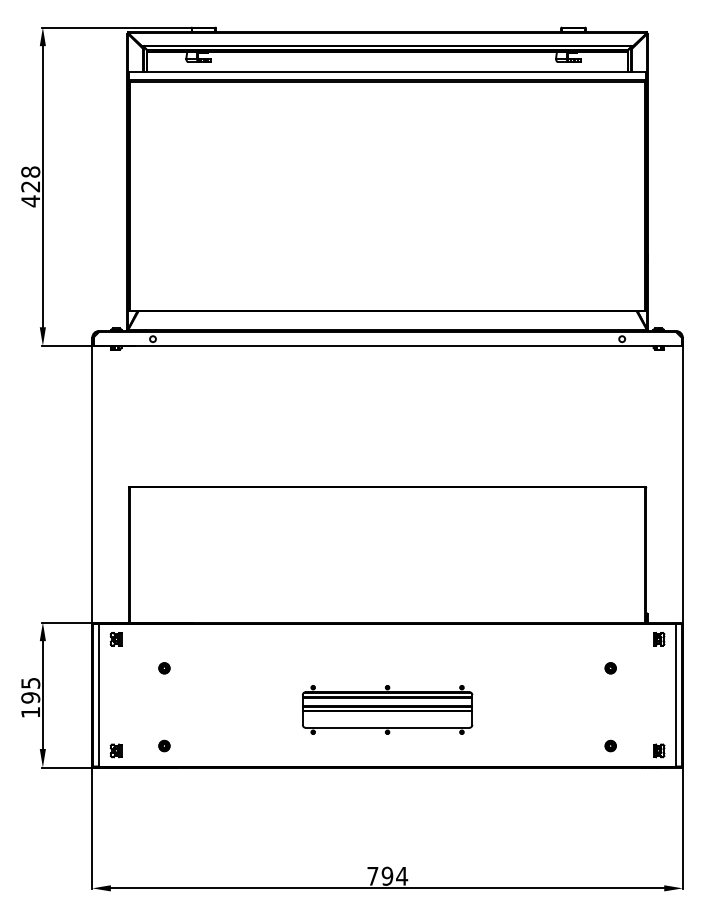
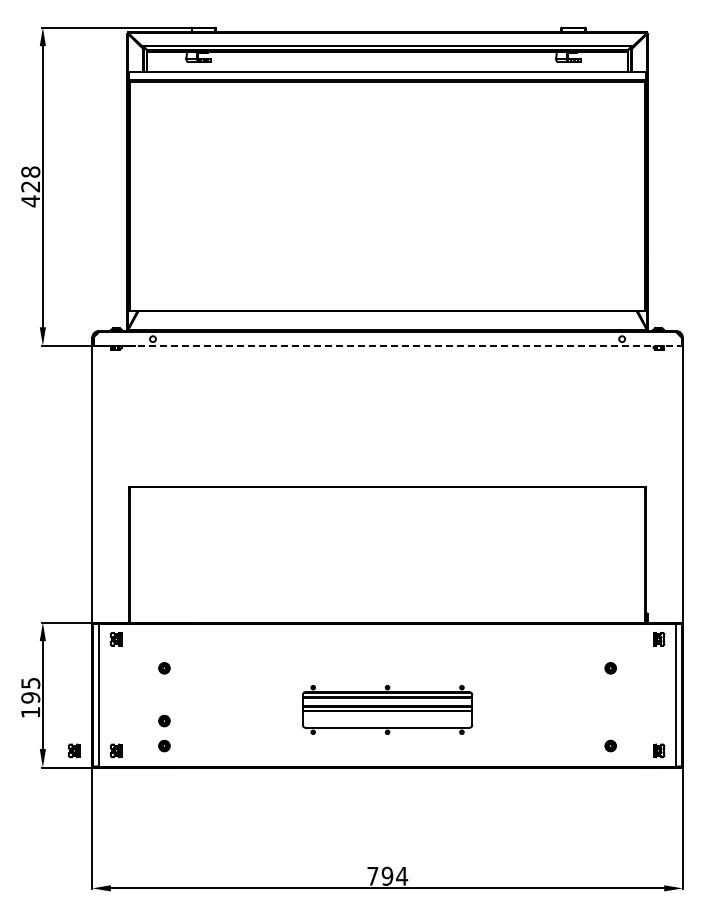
line at (388, 345): solid -> dashed
part at (164, 720): none -> present
part at (73, 750): none -> present
